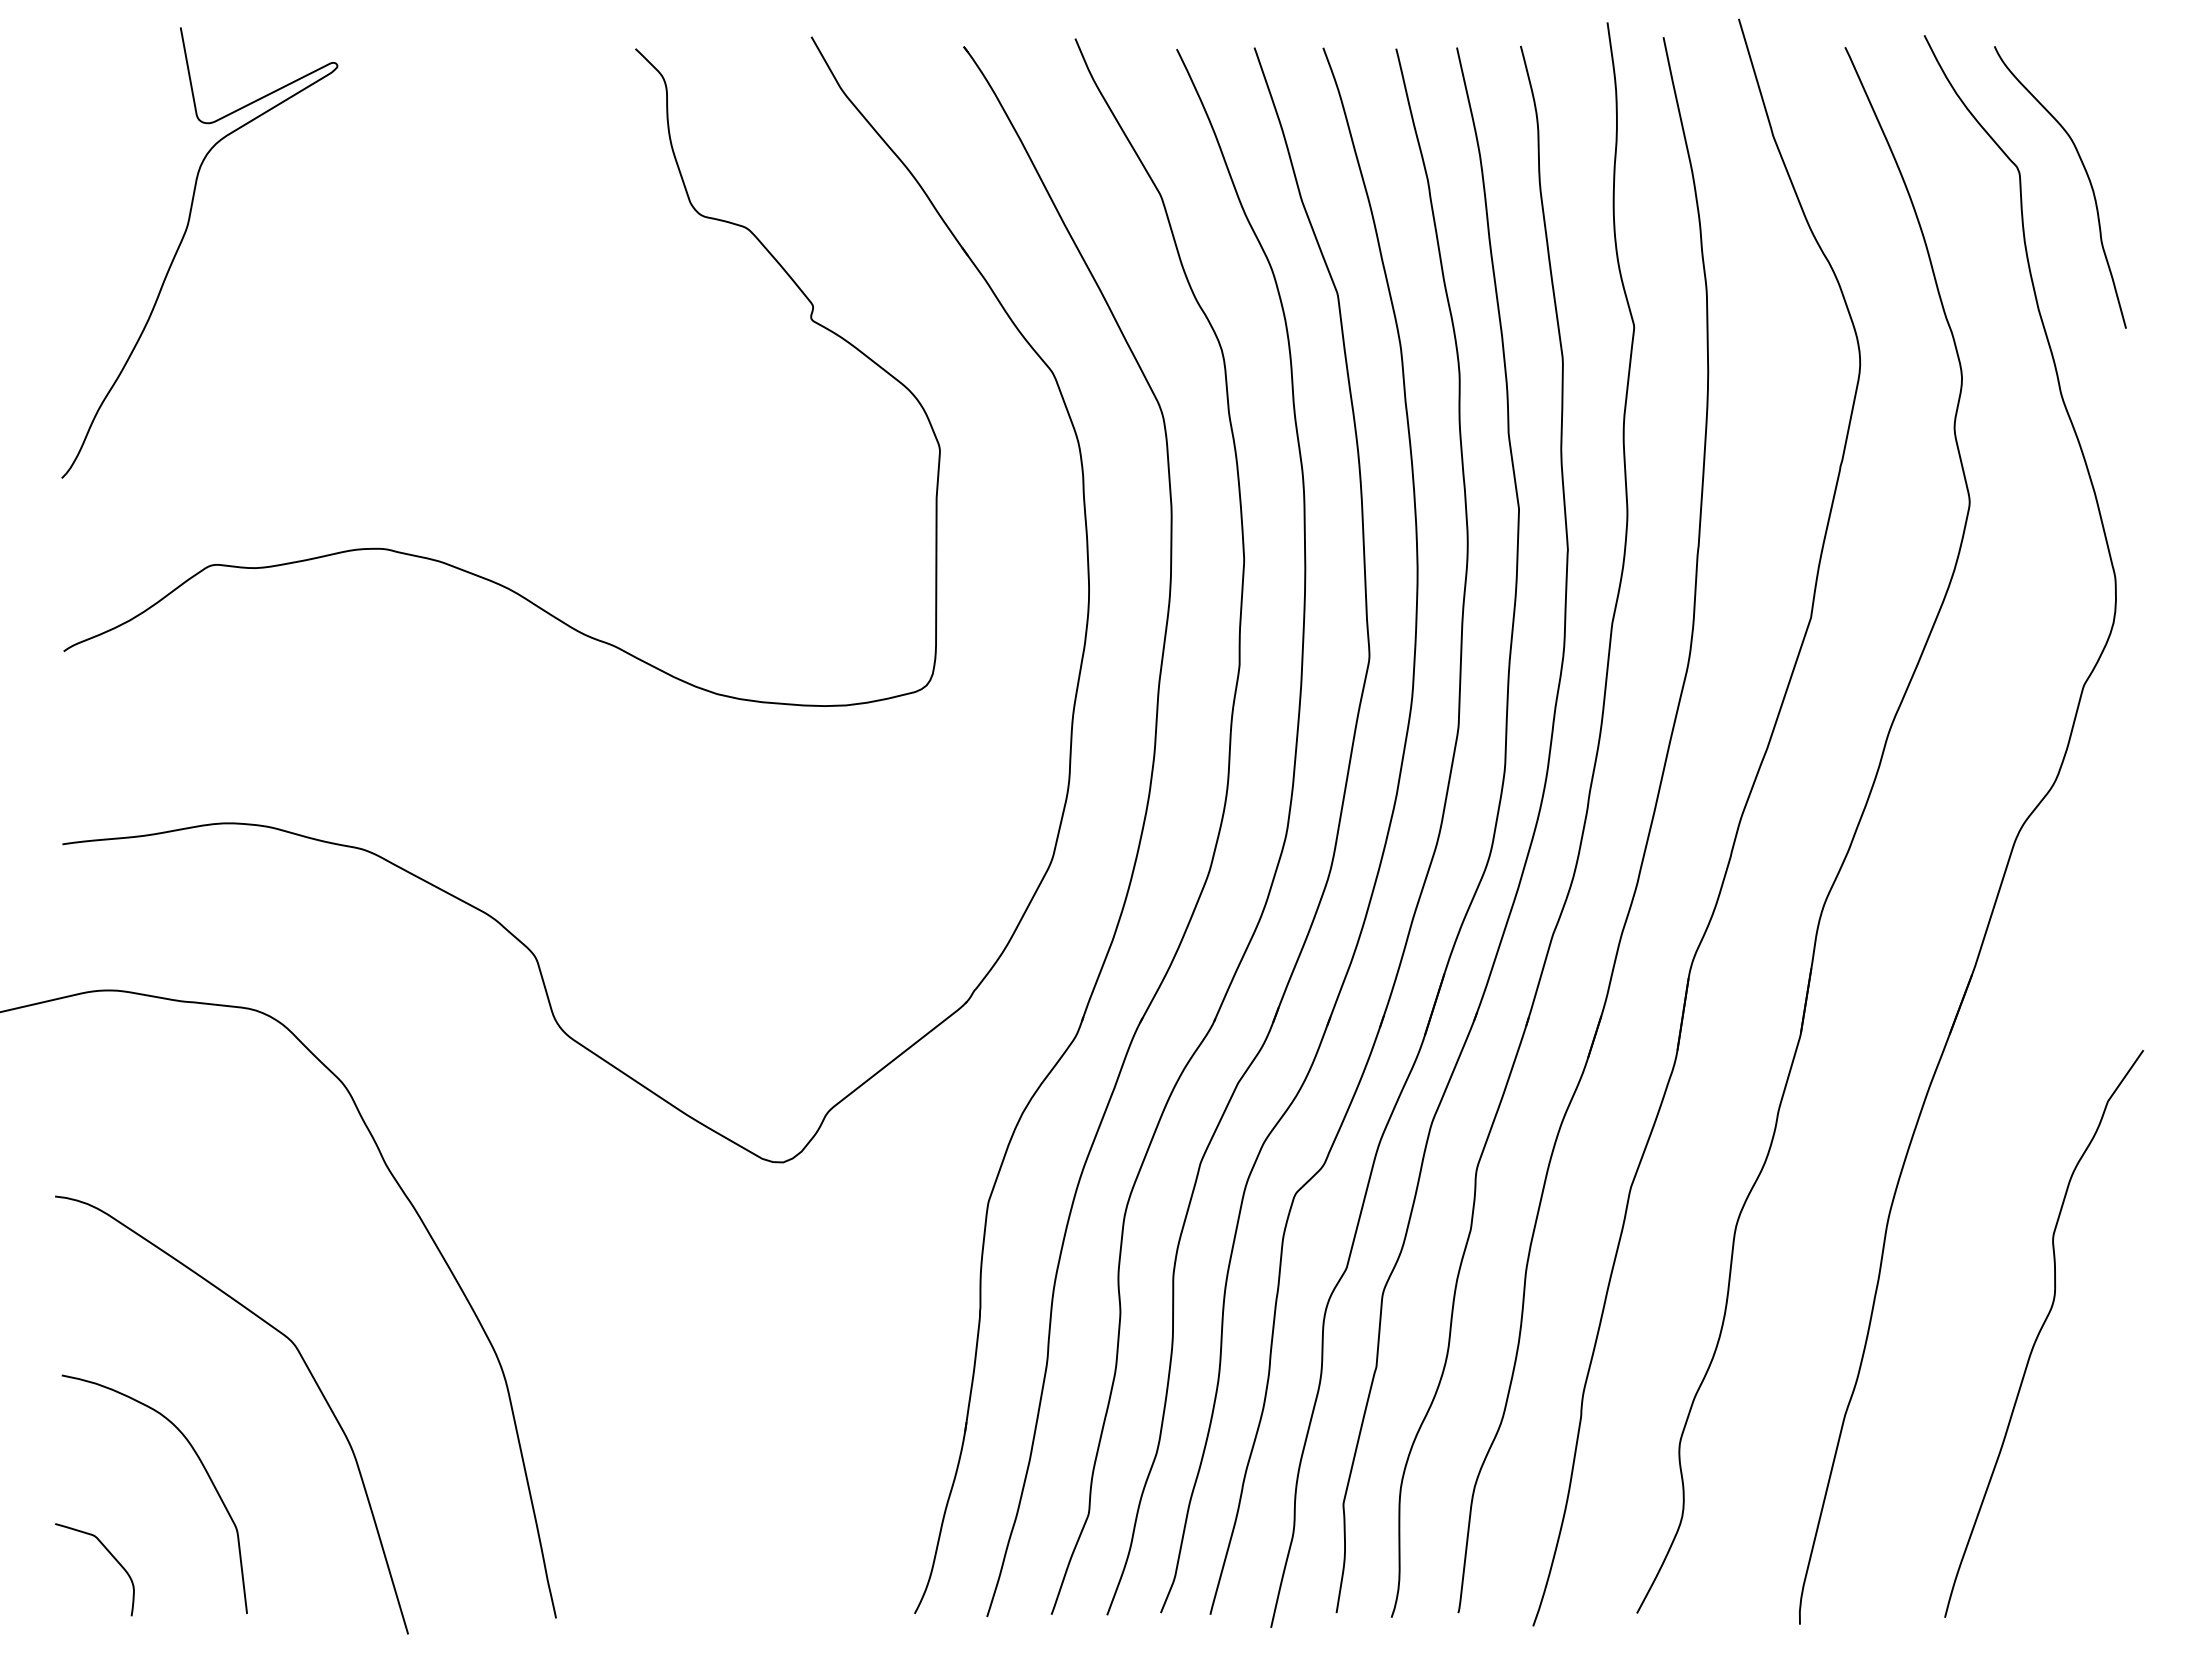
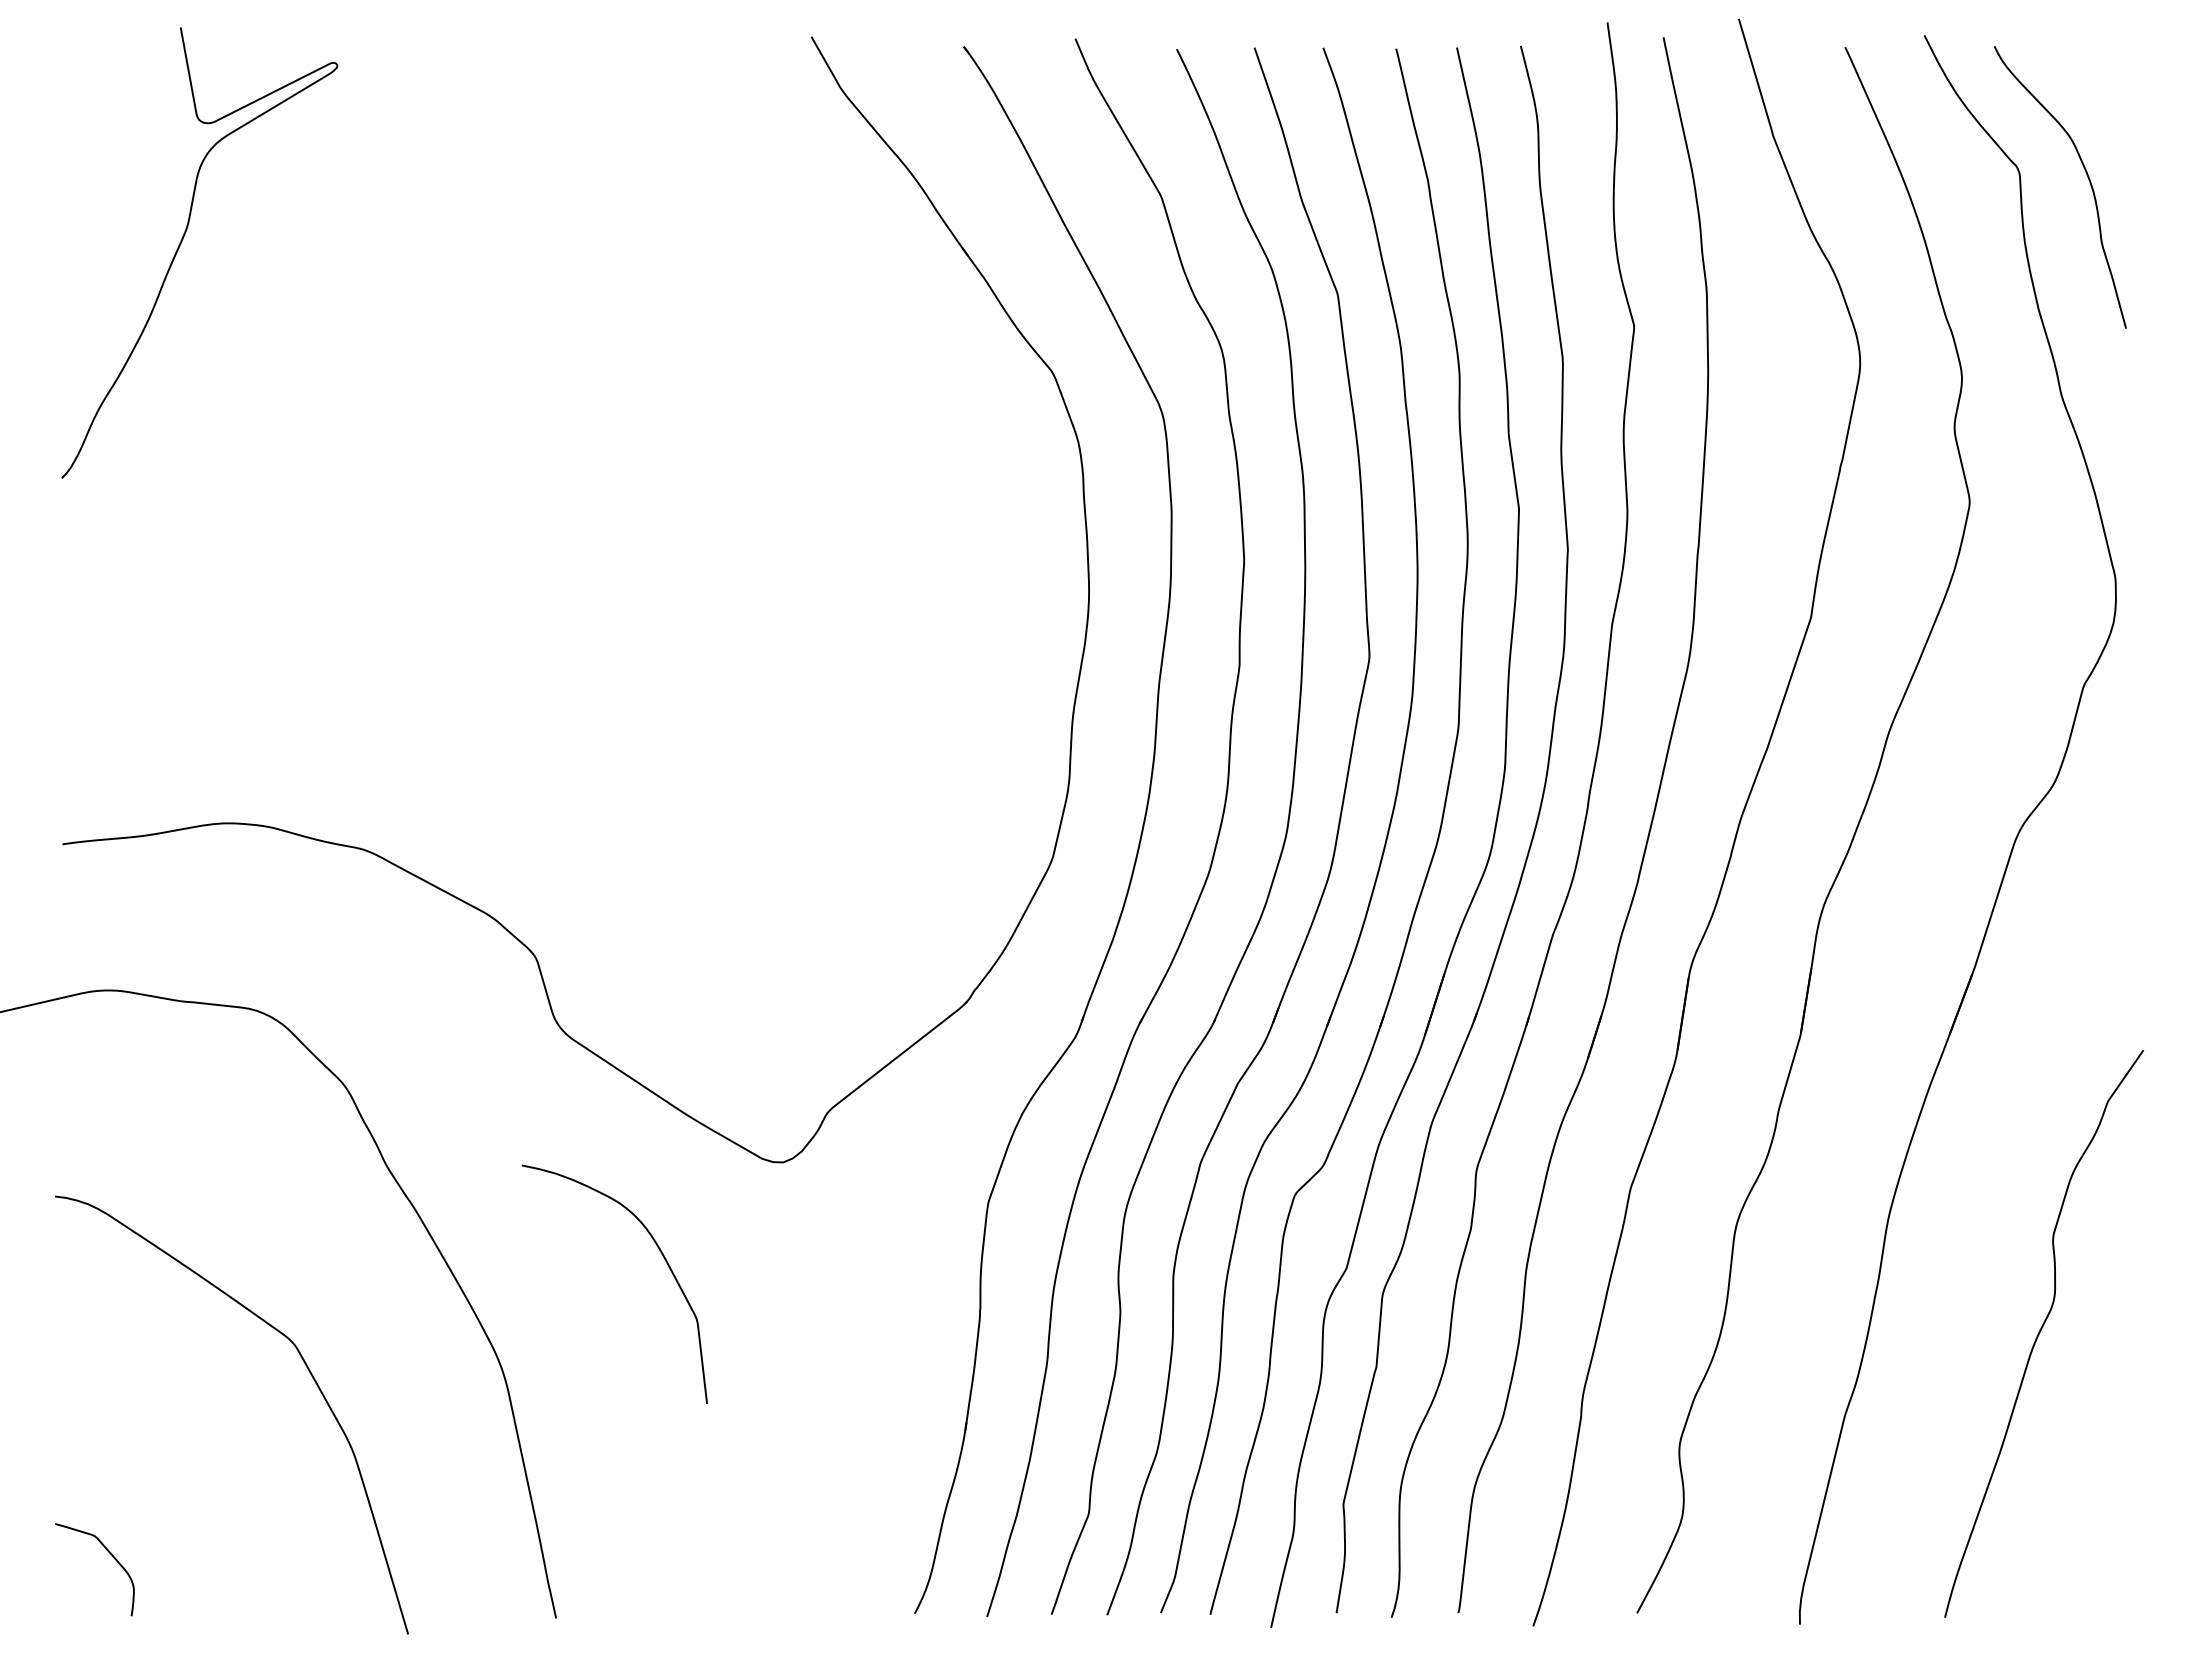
curve at (440, 560): present -> none
curve at (203, 1468) position: (203, 1468) -> (663, 1258)
